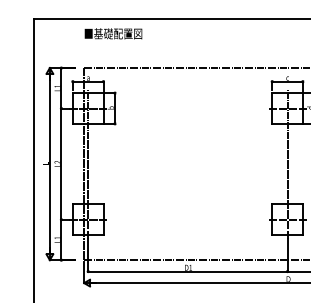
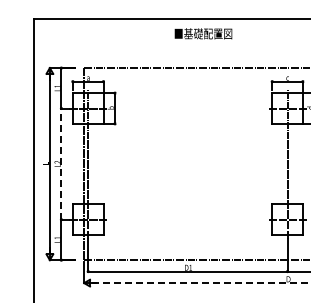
text at (113, 33) position: (113, 33) -> (203, 33)
line at (61, 164): solid -> dashed
line at (200, 283): solid -> dashed
